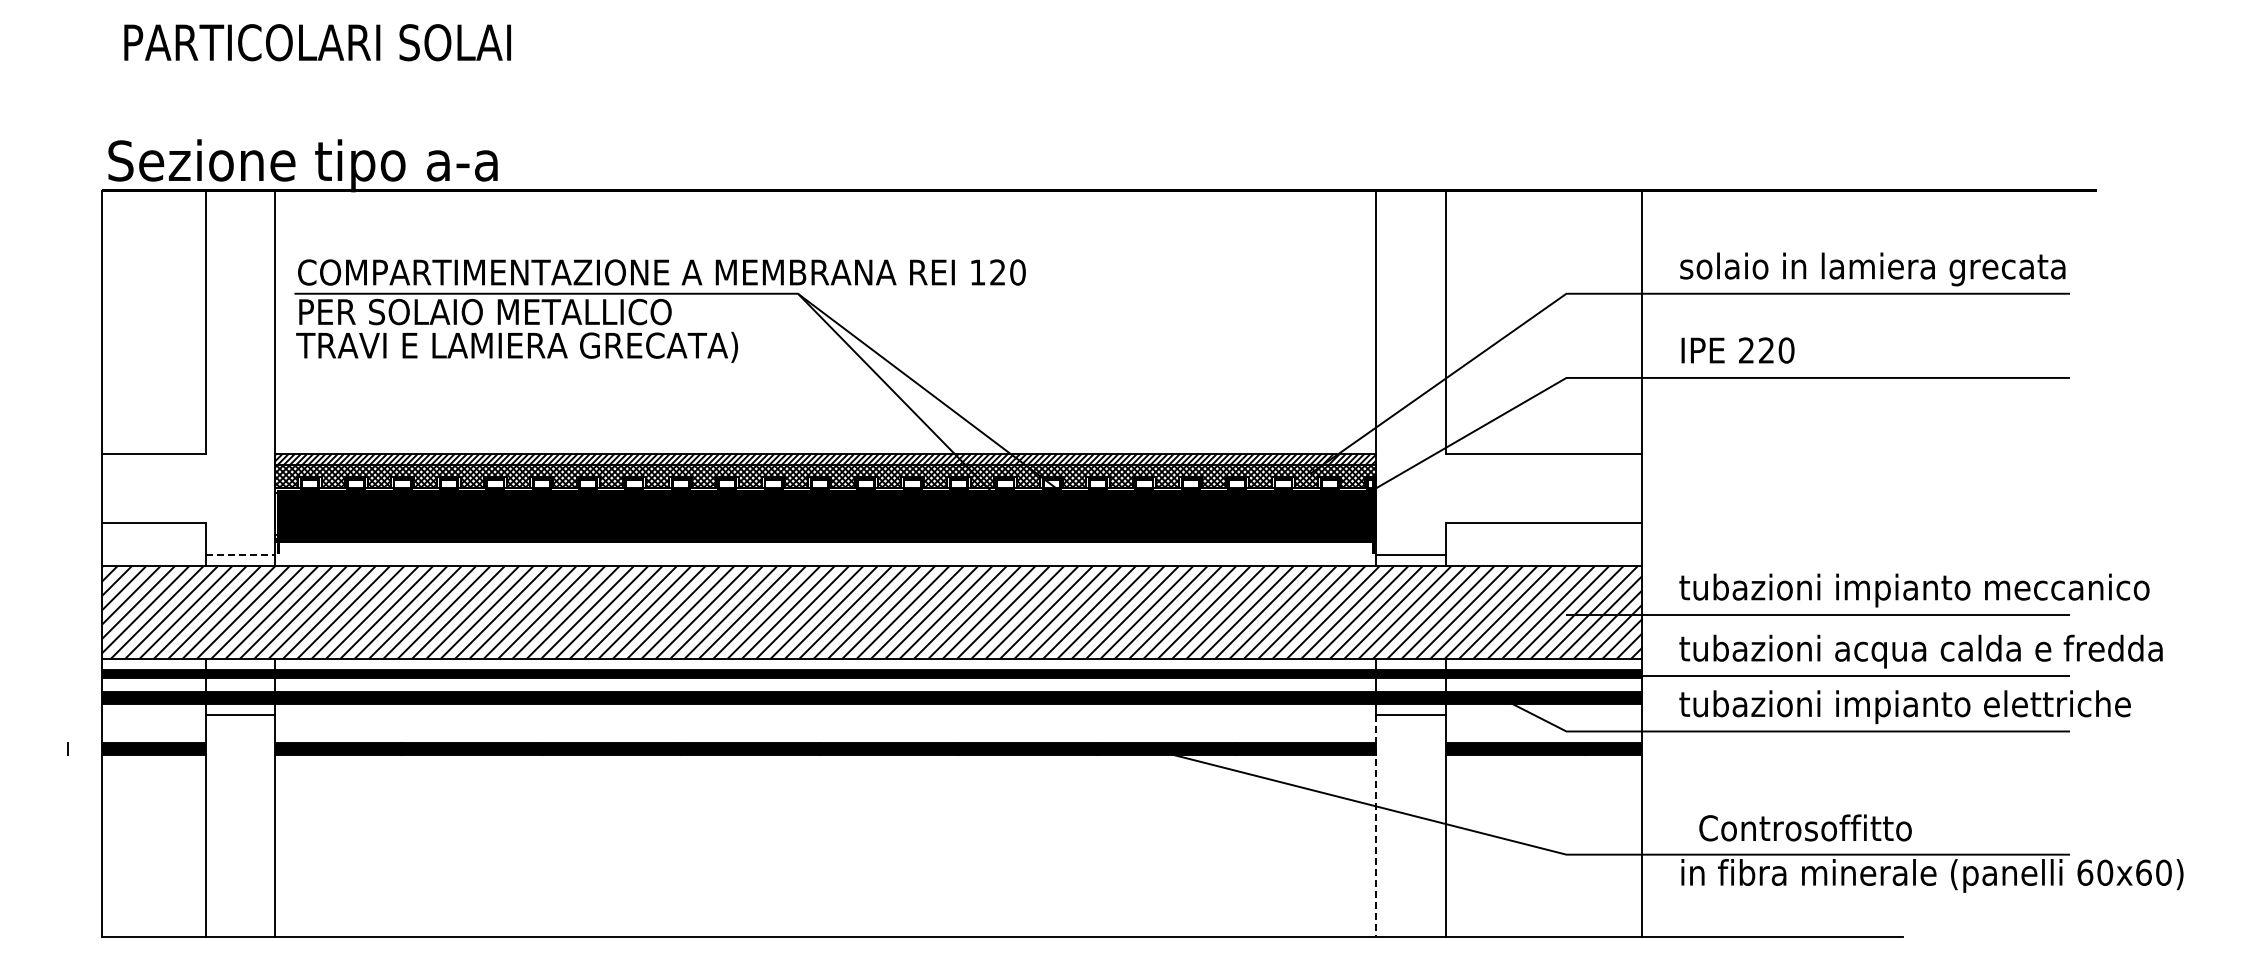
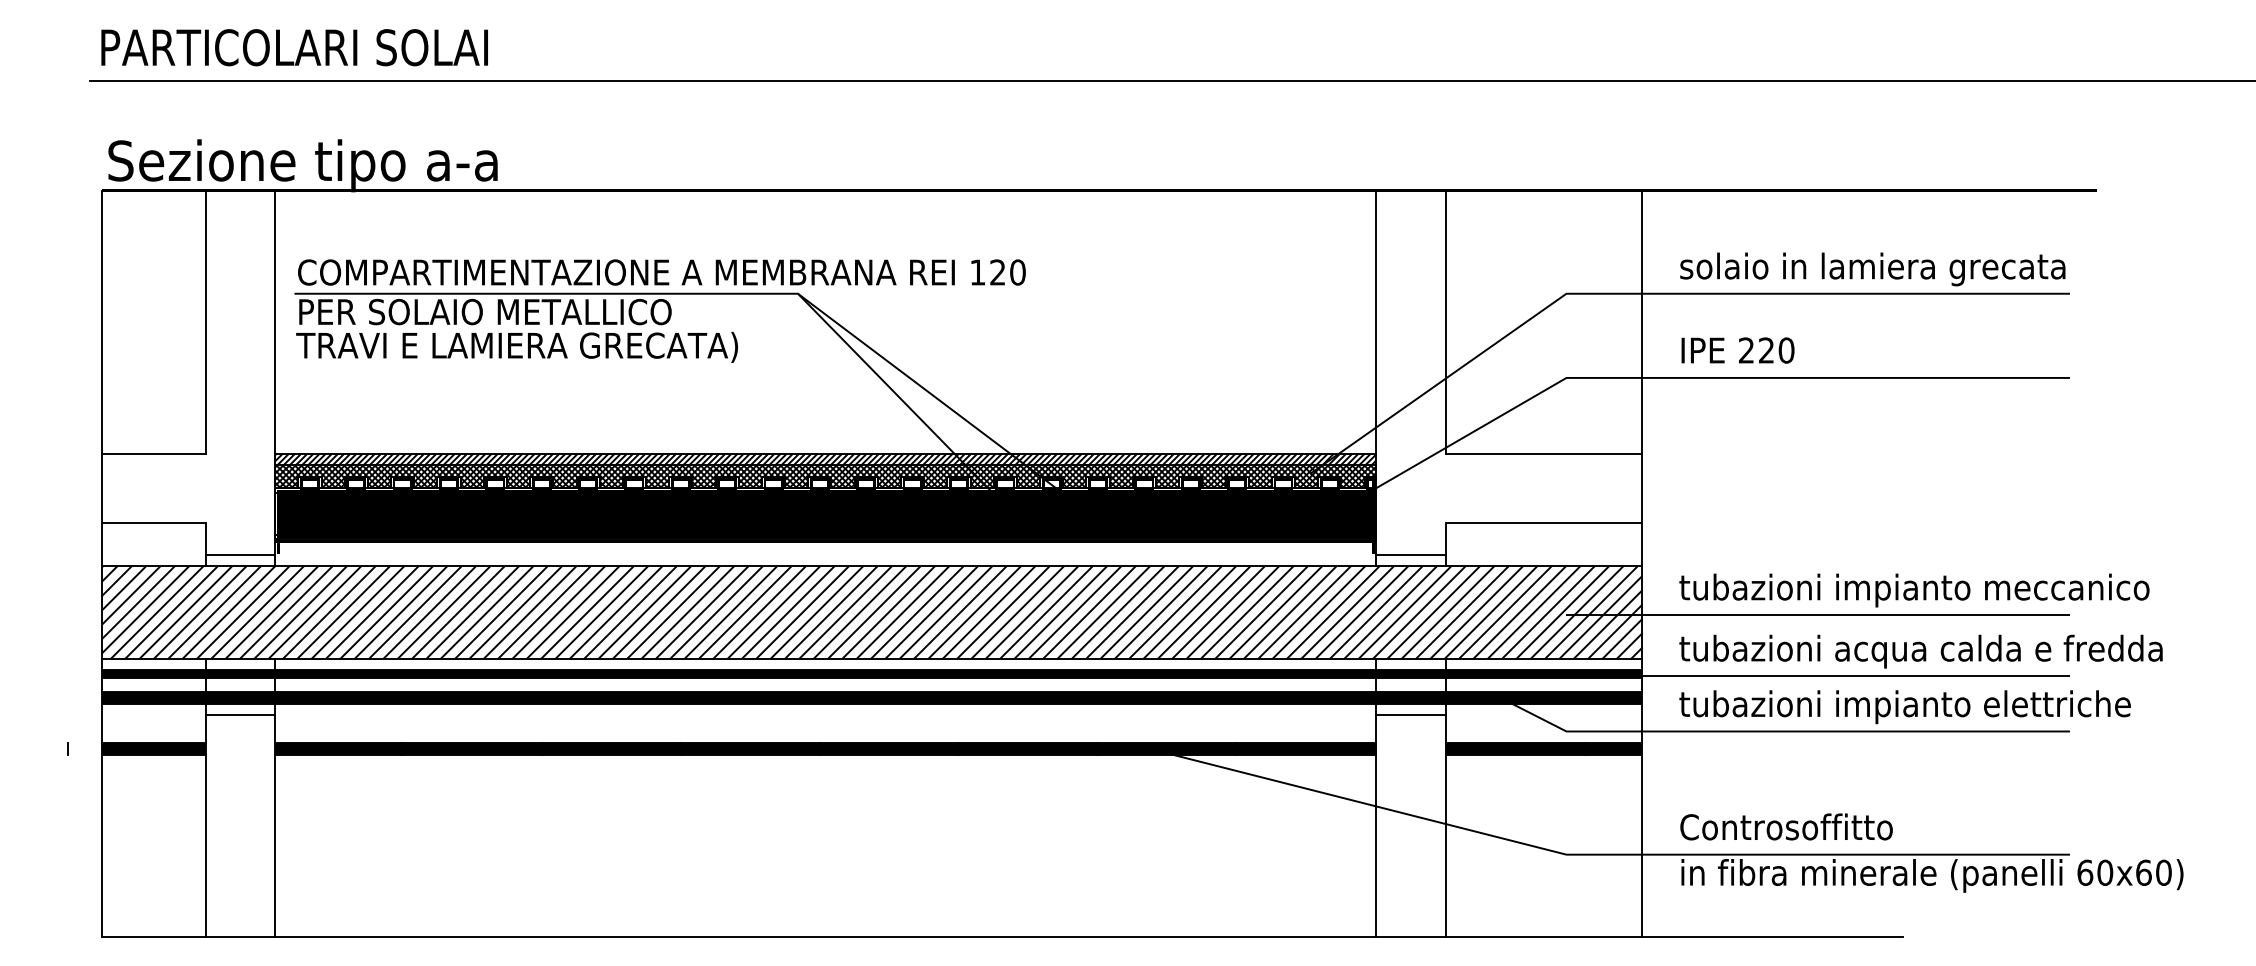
text at (317, 42) position: (317, 42) -> (294, 47)
line at (1170, 81): none -> present
line at (240, 554): dashed -> solid
line at (1376, 826): dashed -> solid
text at (1805, 827) position: (1805, 827) -> (1786, 826)
